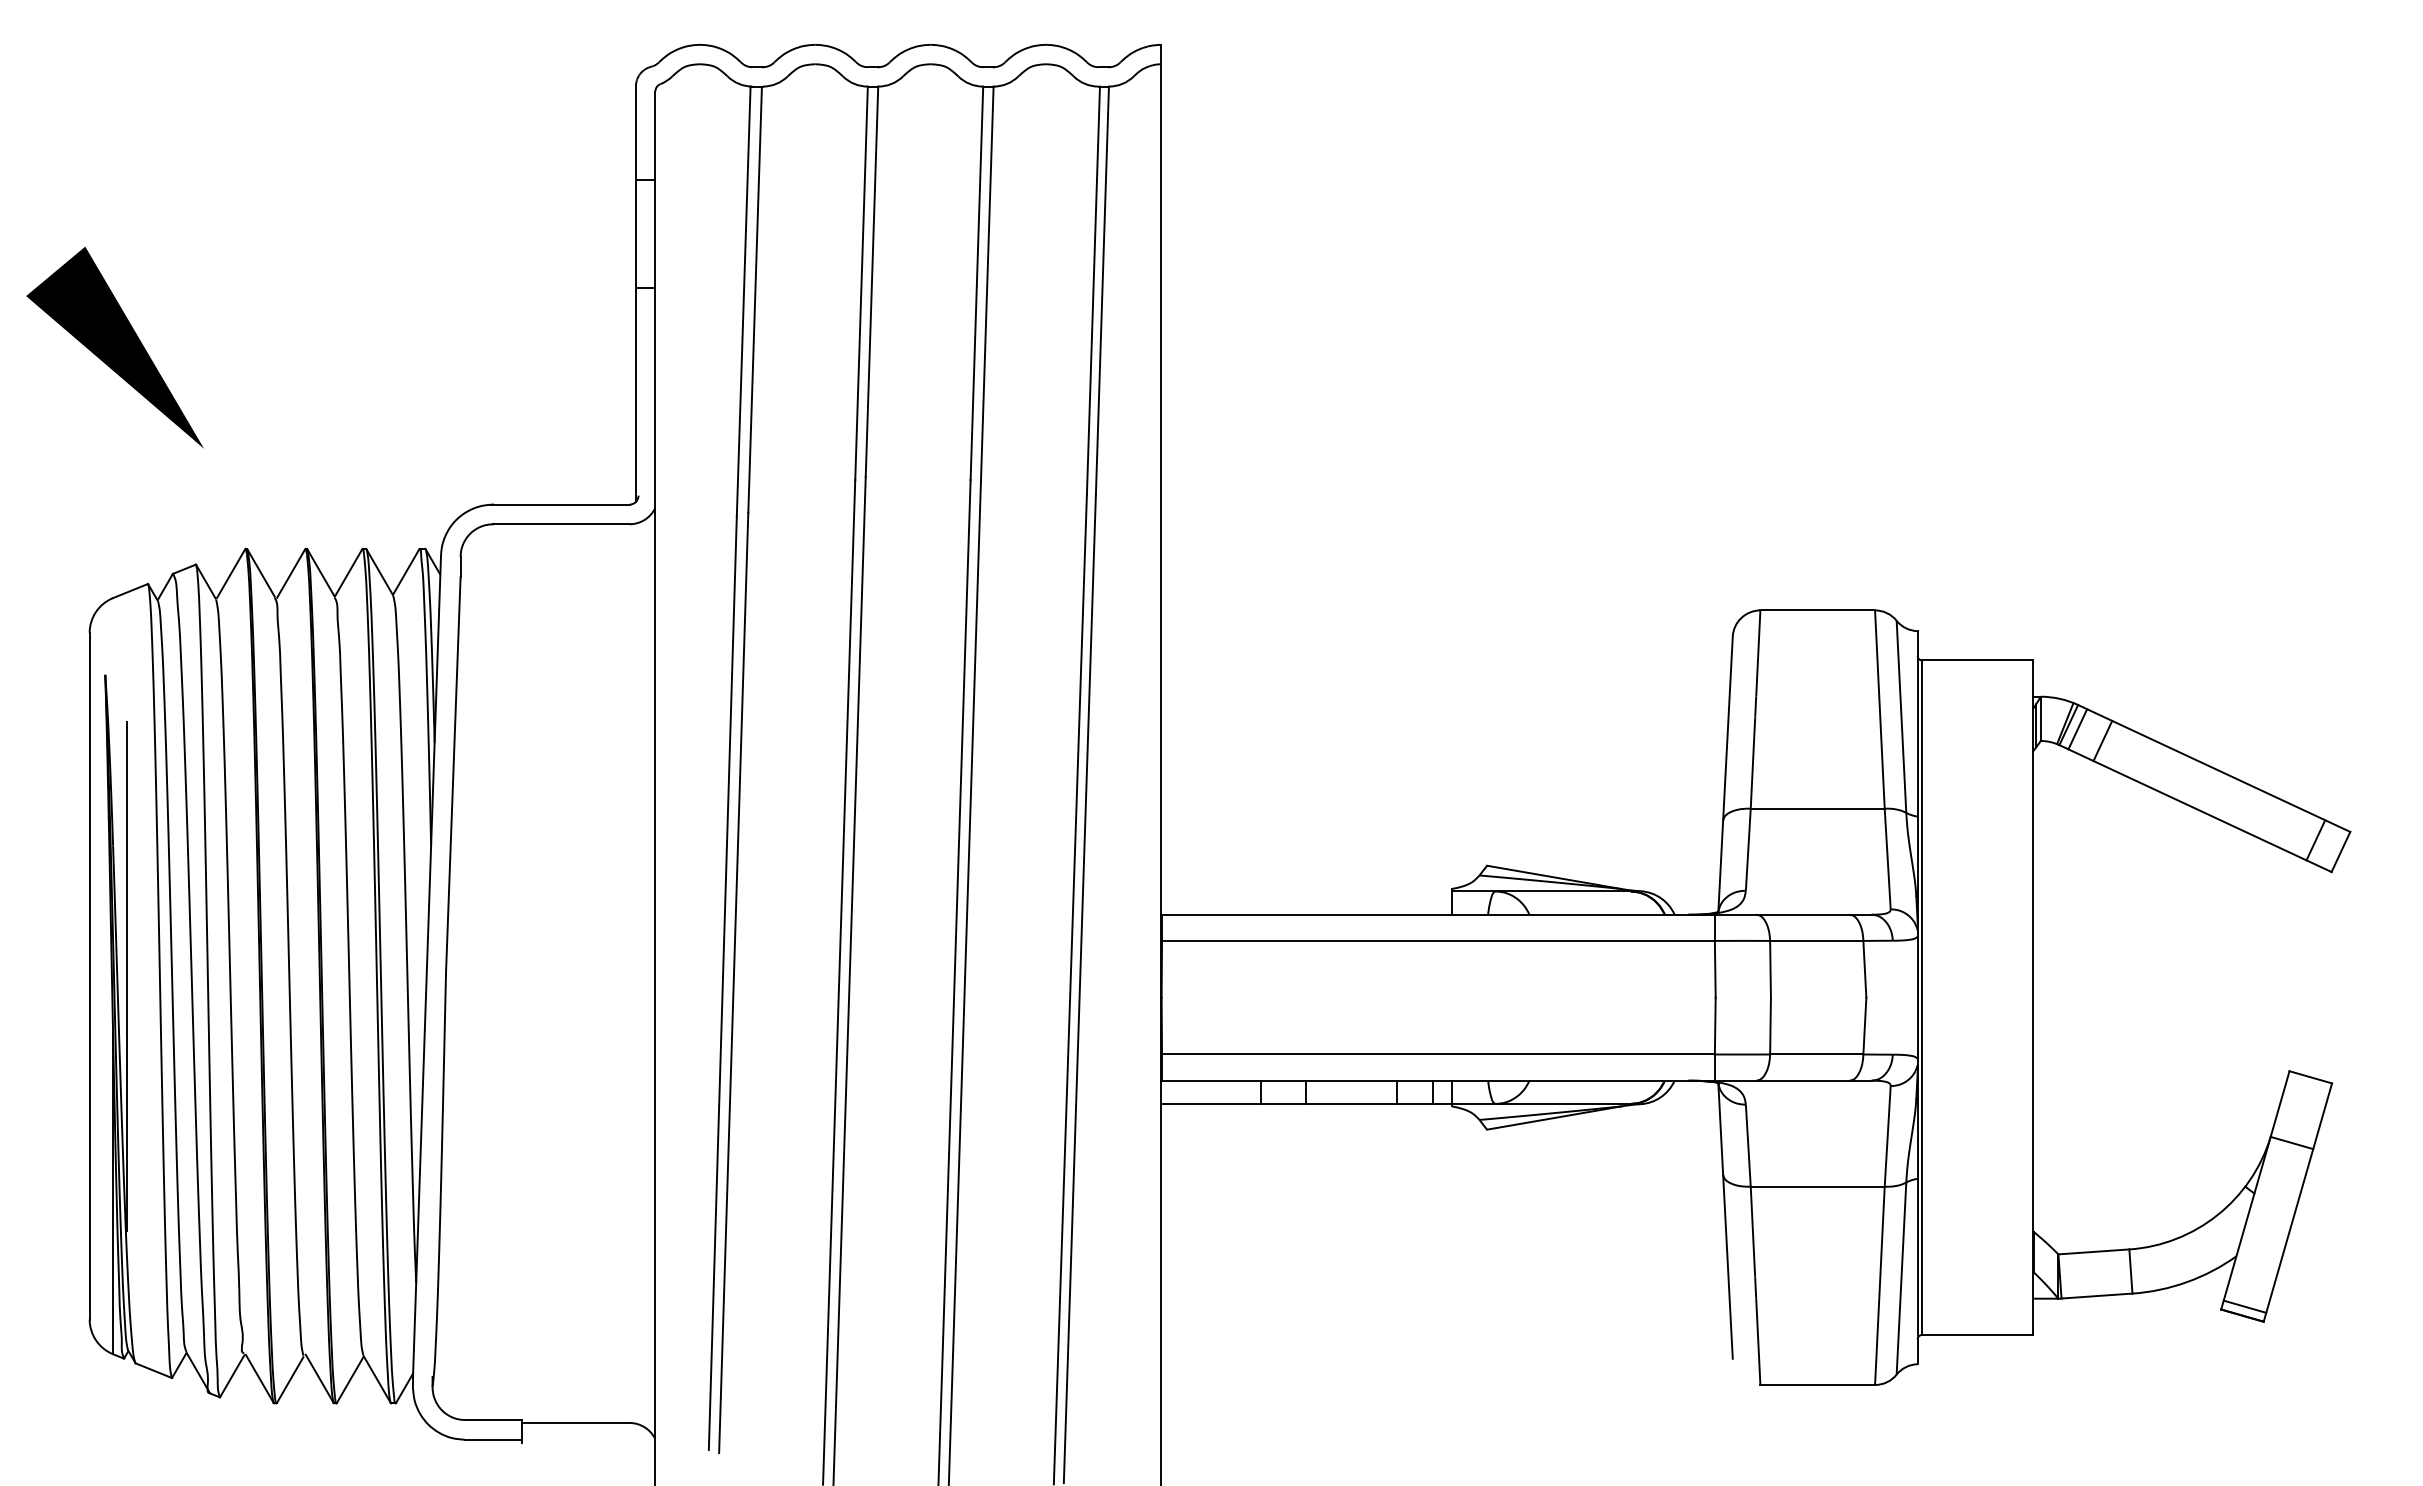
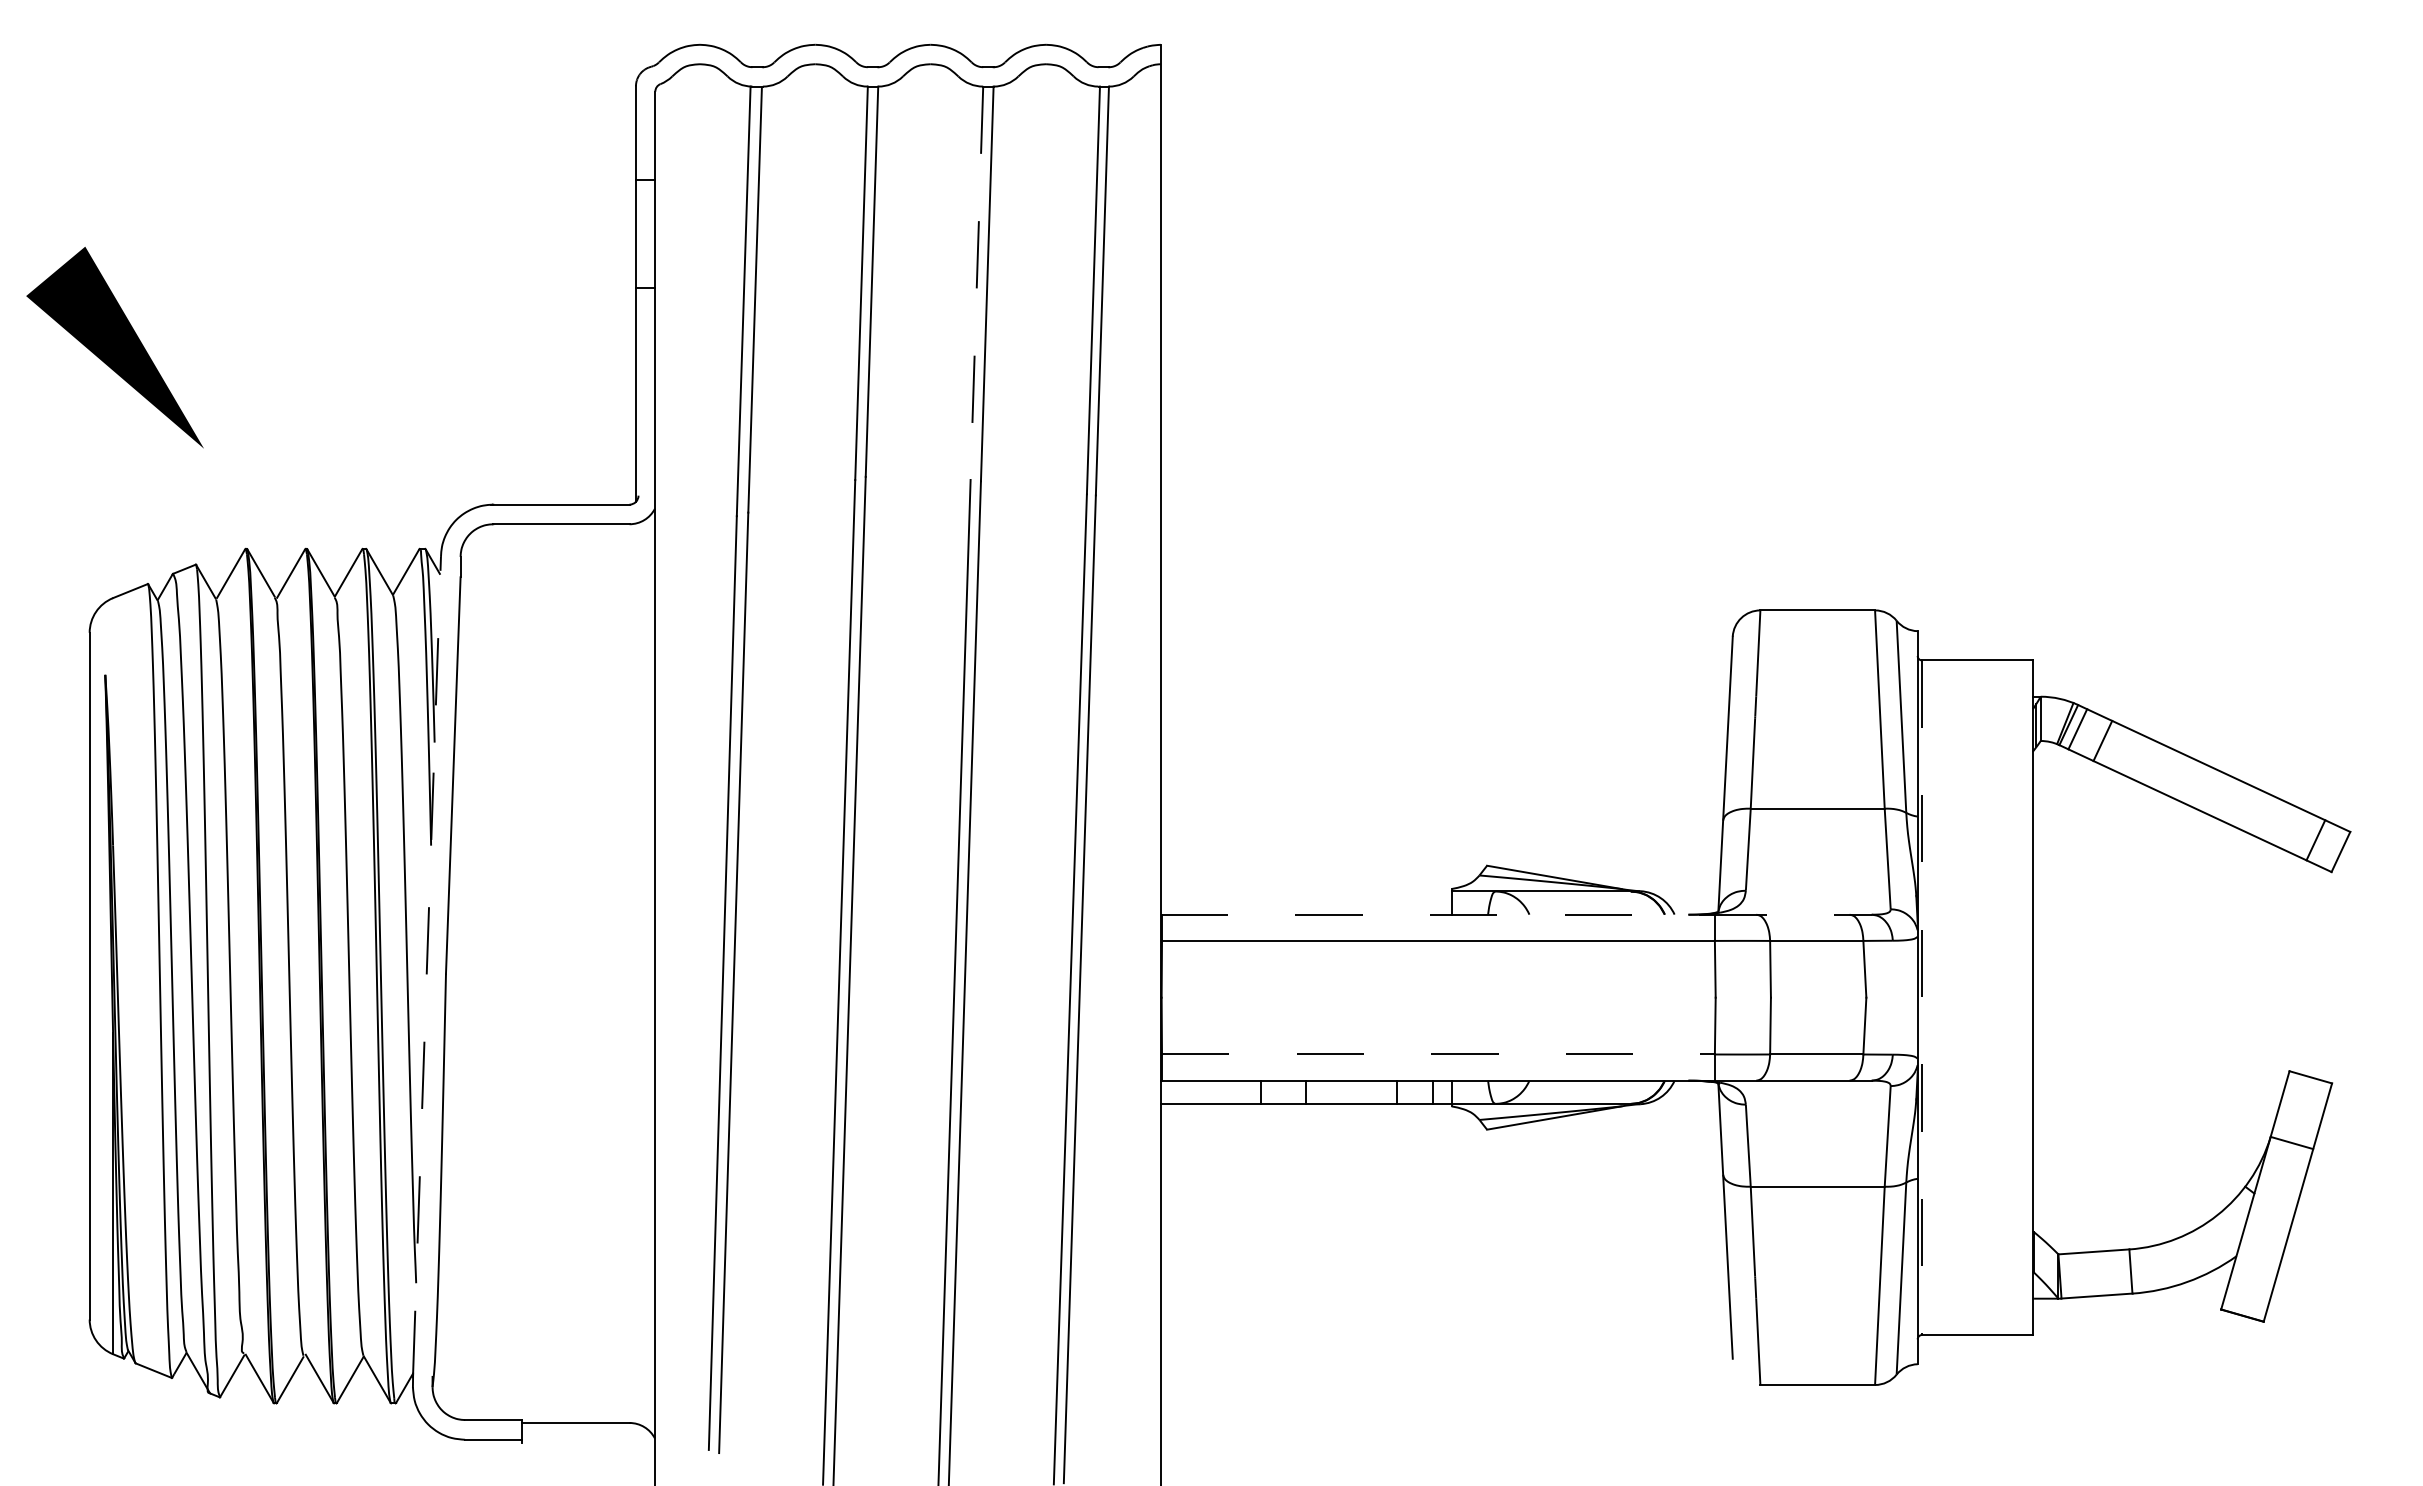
line at (976, 283): solid -> dashed
line at (1516, 914): solid -> dashed
line at (426, 967): solid -> dashed
line at (127, 975): present -> none
line at (1922, 998): solid -> dashed
line at (1438, 1054): solid -> dashed
line at (2244, 1306): present -> none
